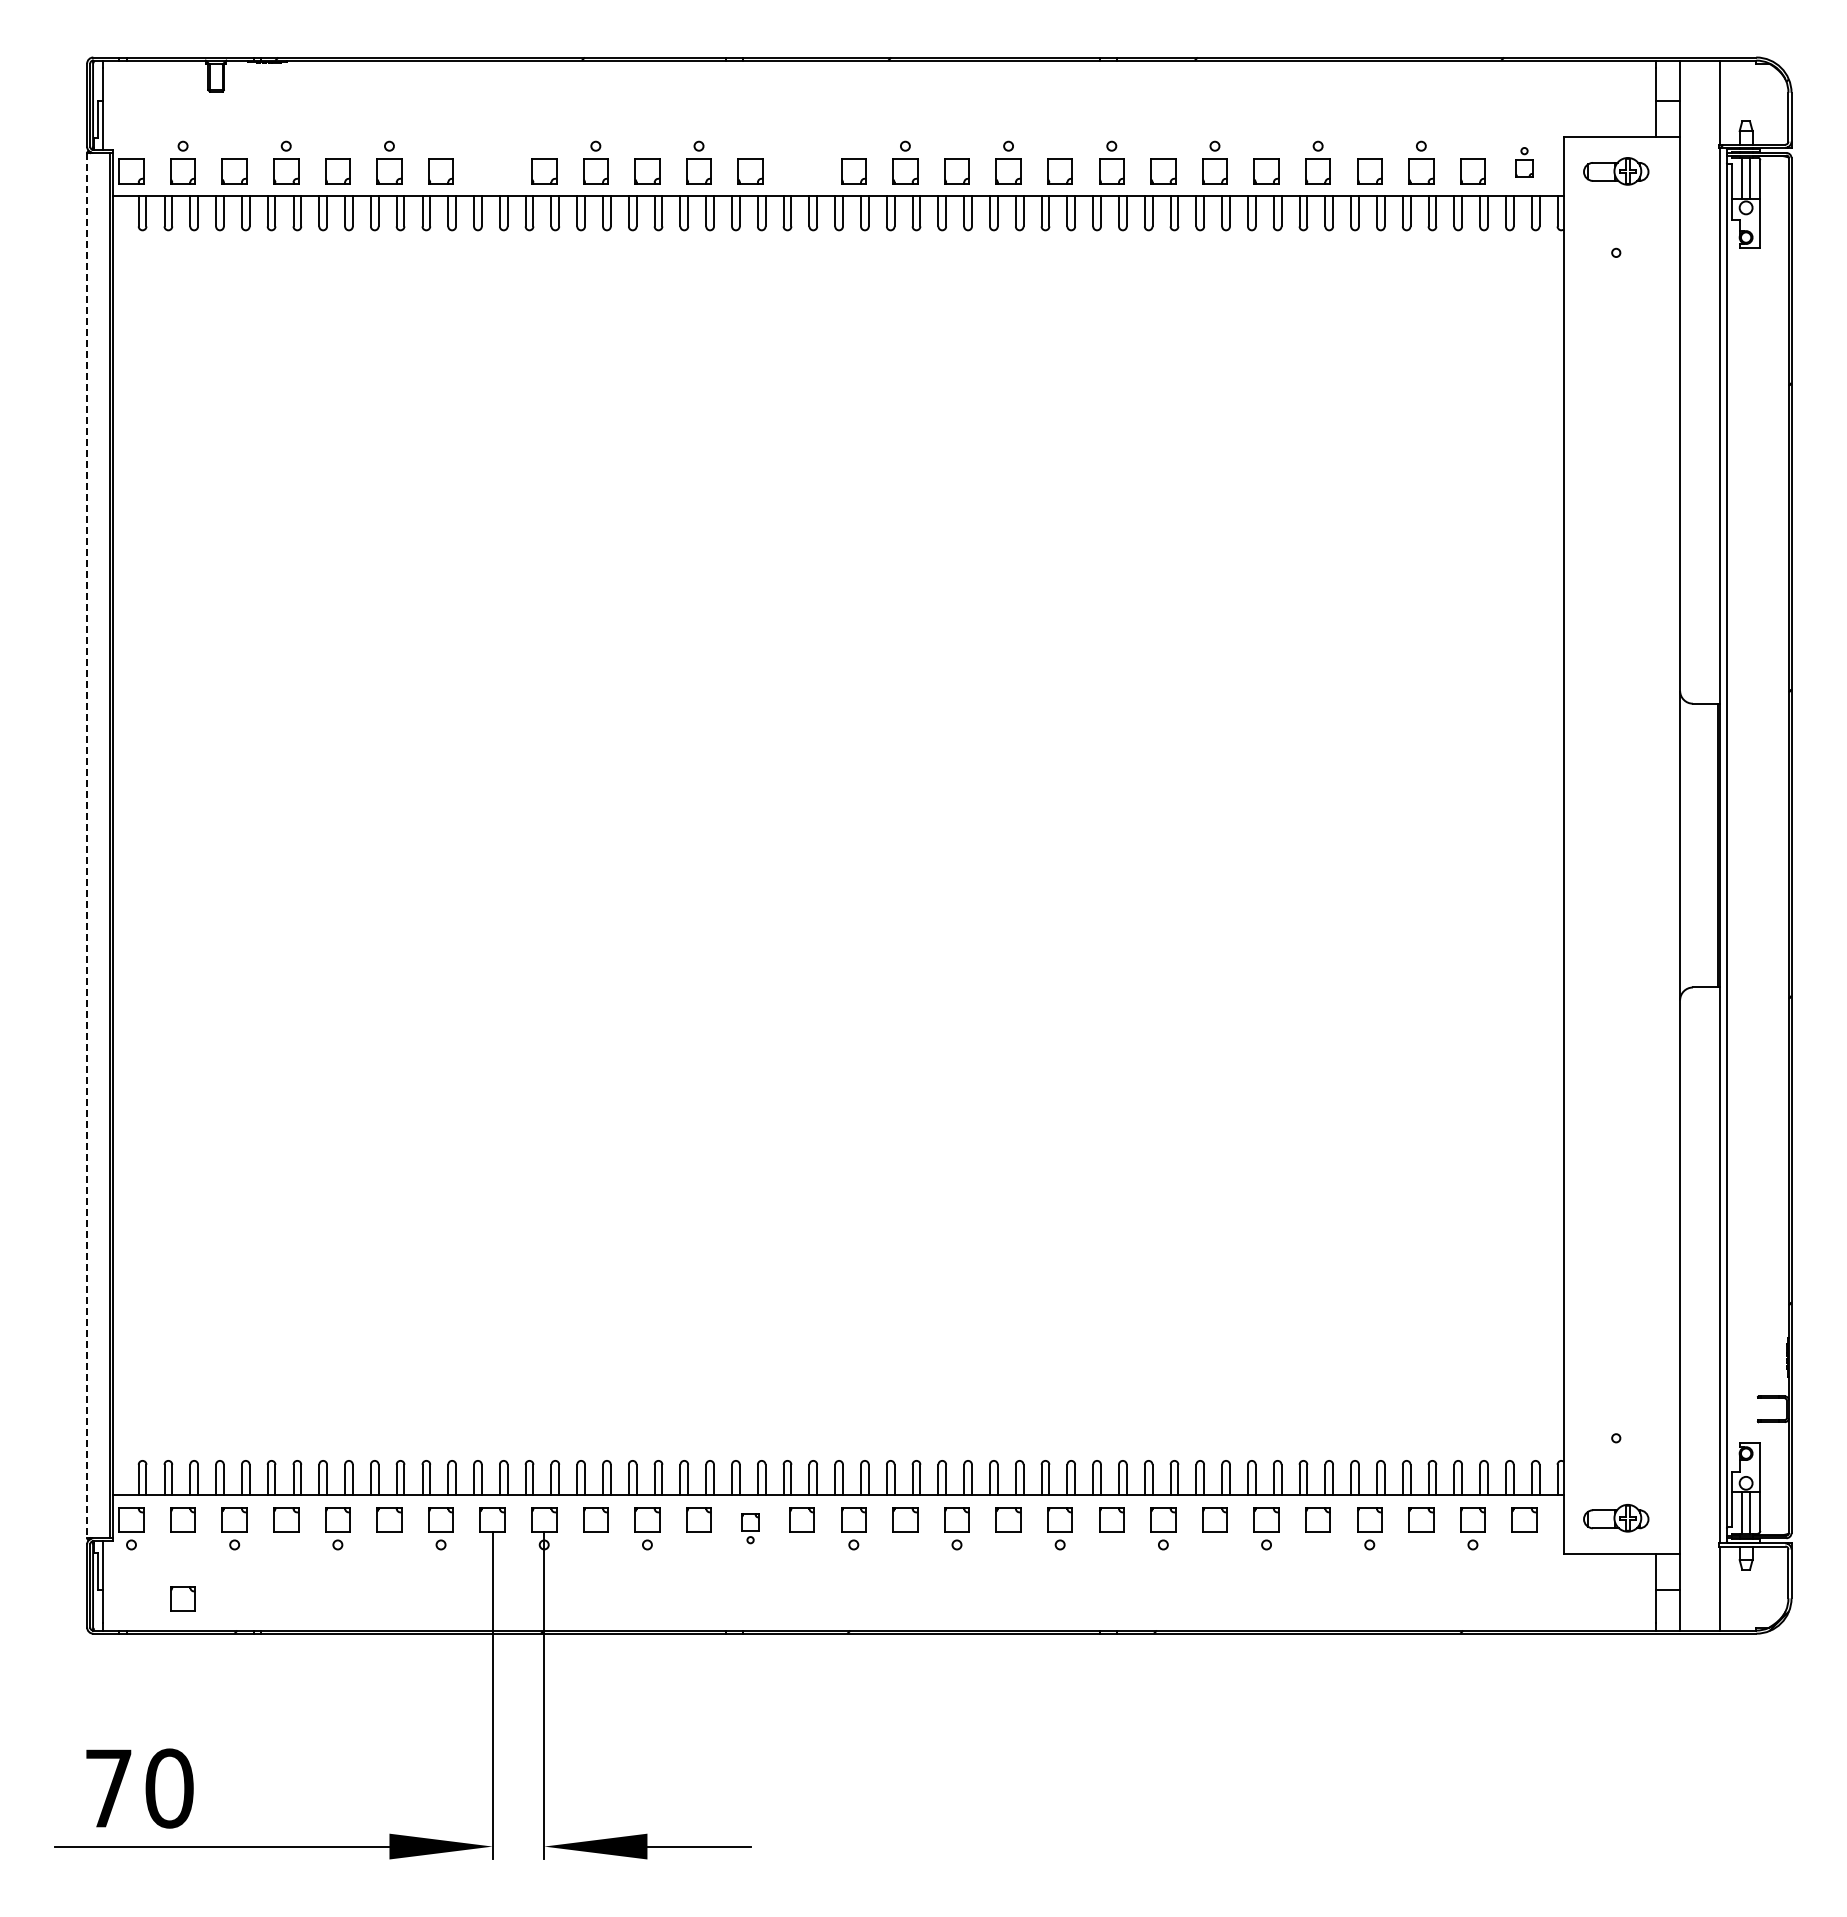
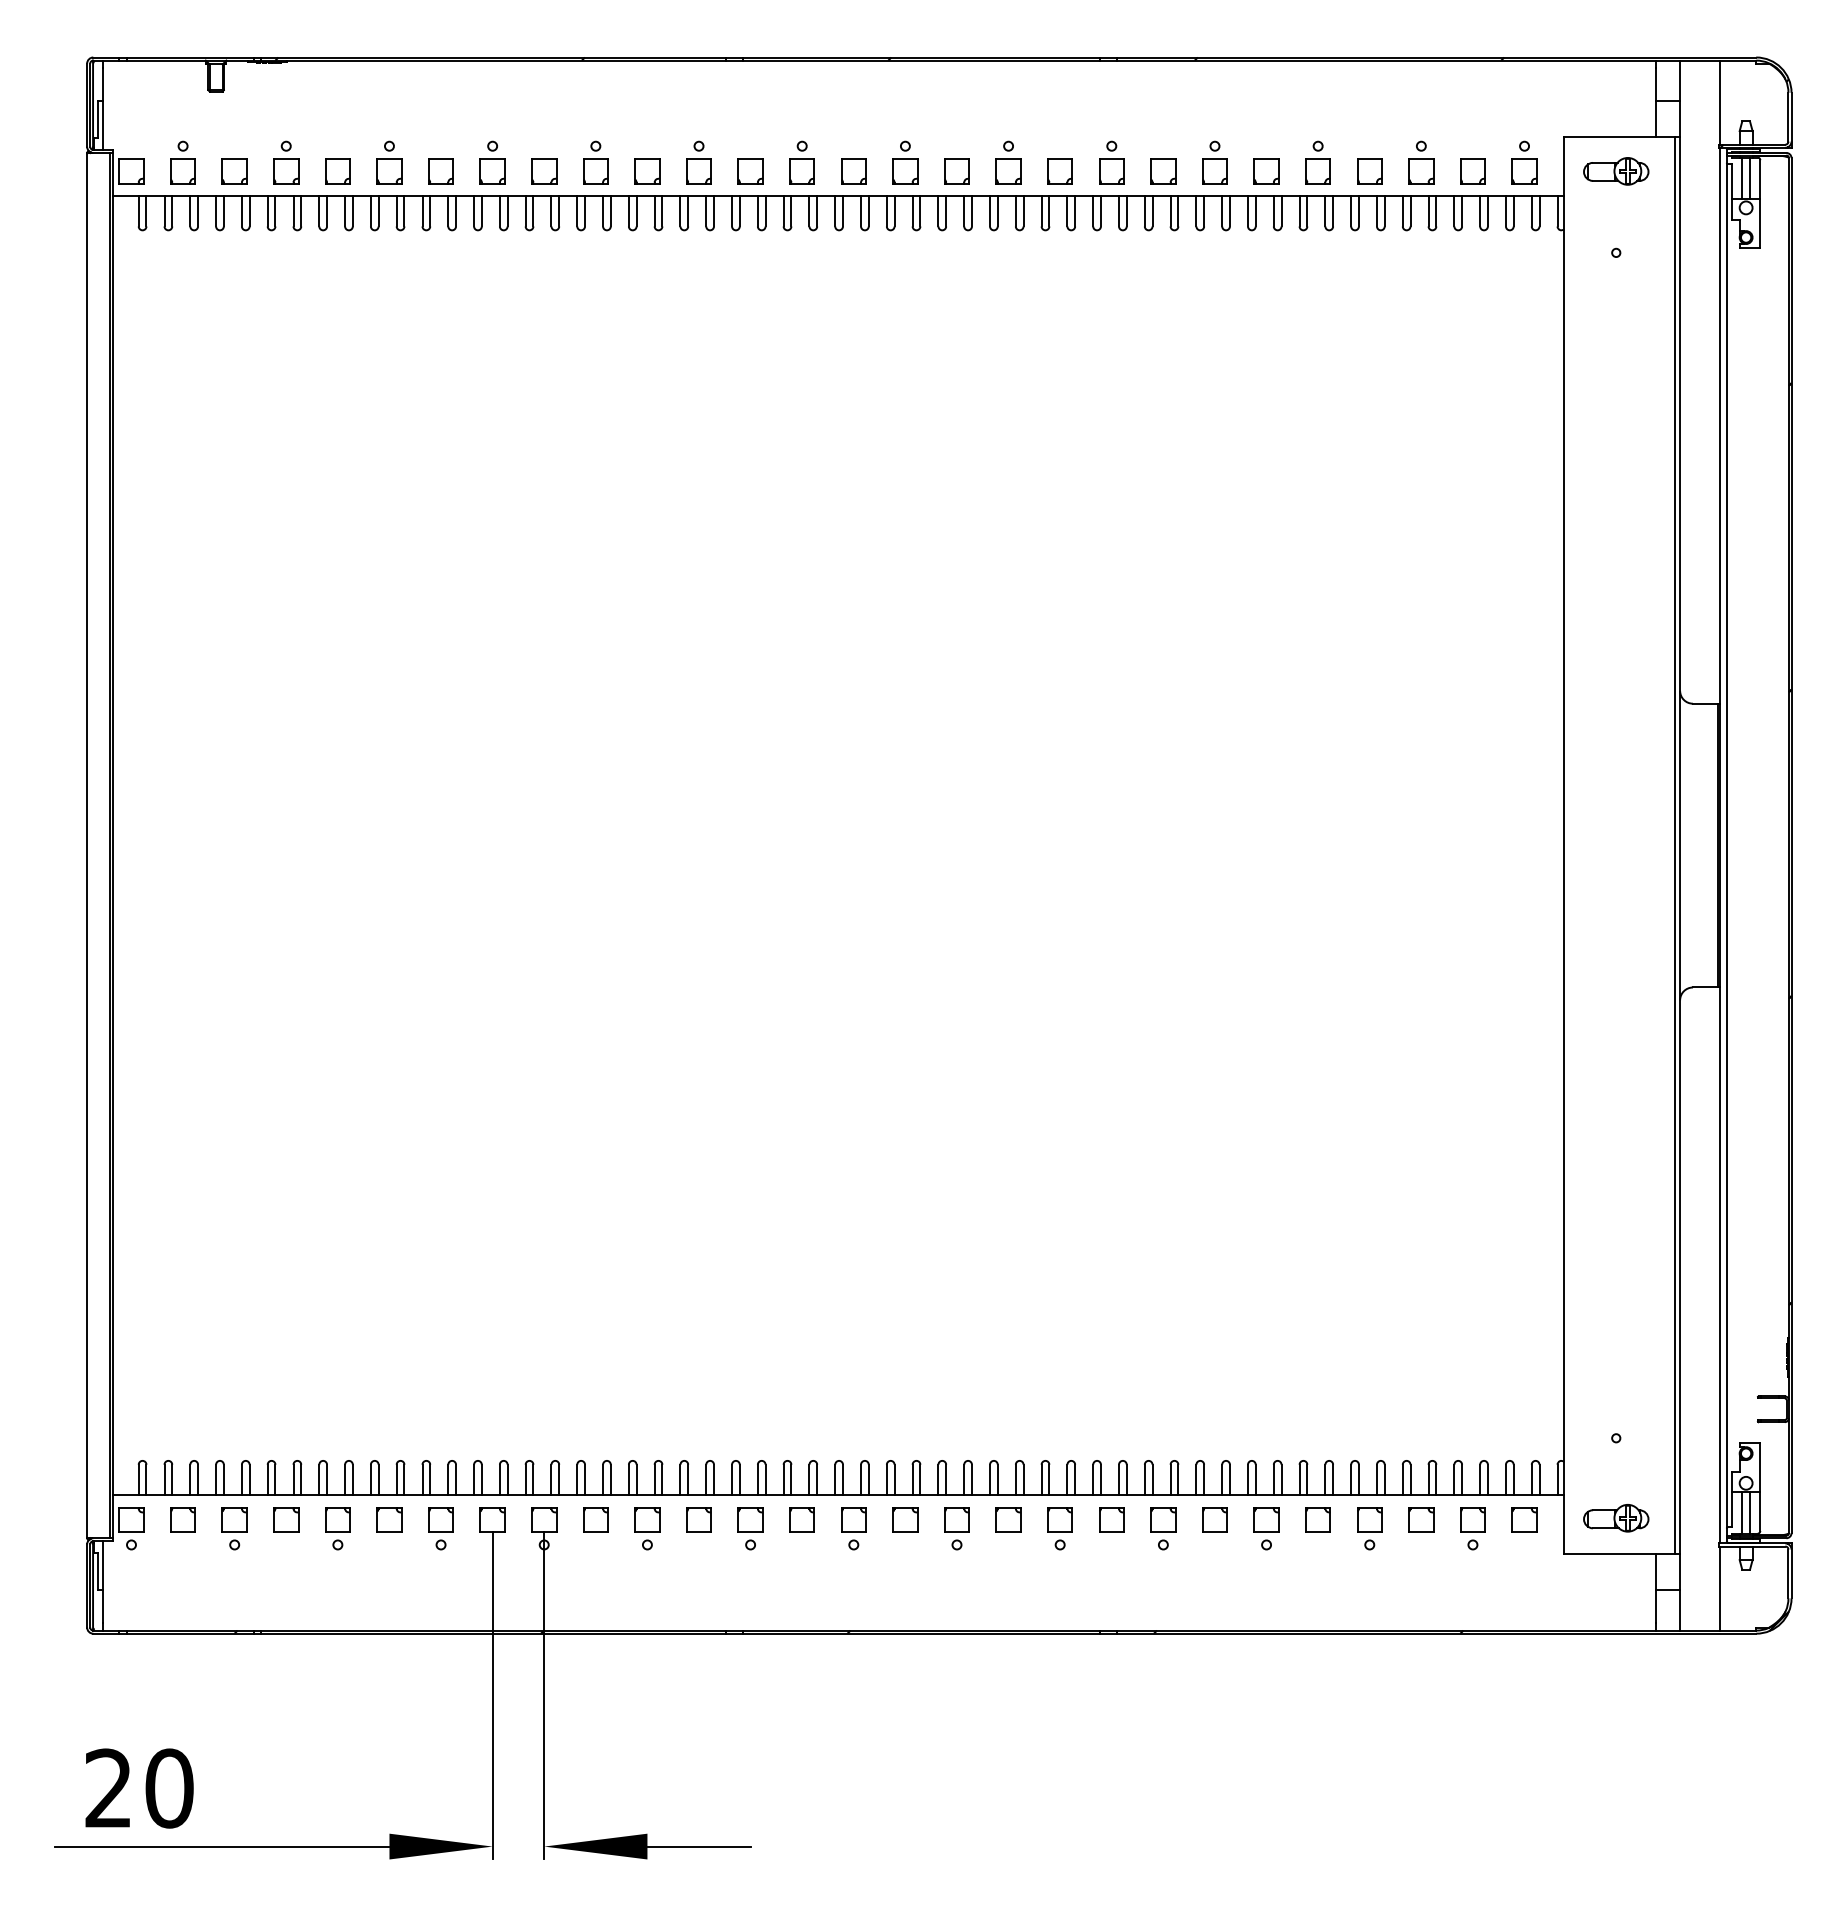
part at (492, 162): none -> present
part at (801, 162): none -> present
part at (1524, 162) size: 19x31 px -> 27x45 px
line at (87, 845): dashed -> solid
line at (1674, 845): none -> present
part at (750, 1528) size: 19x32 px -> 27x44 px
part at (182, 1598): present -> none
text at (108, 1787): 70 -> 20
